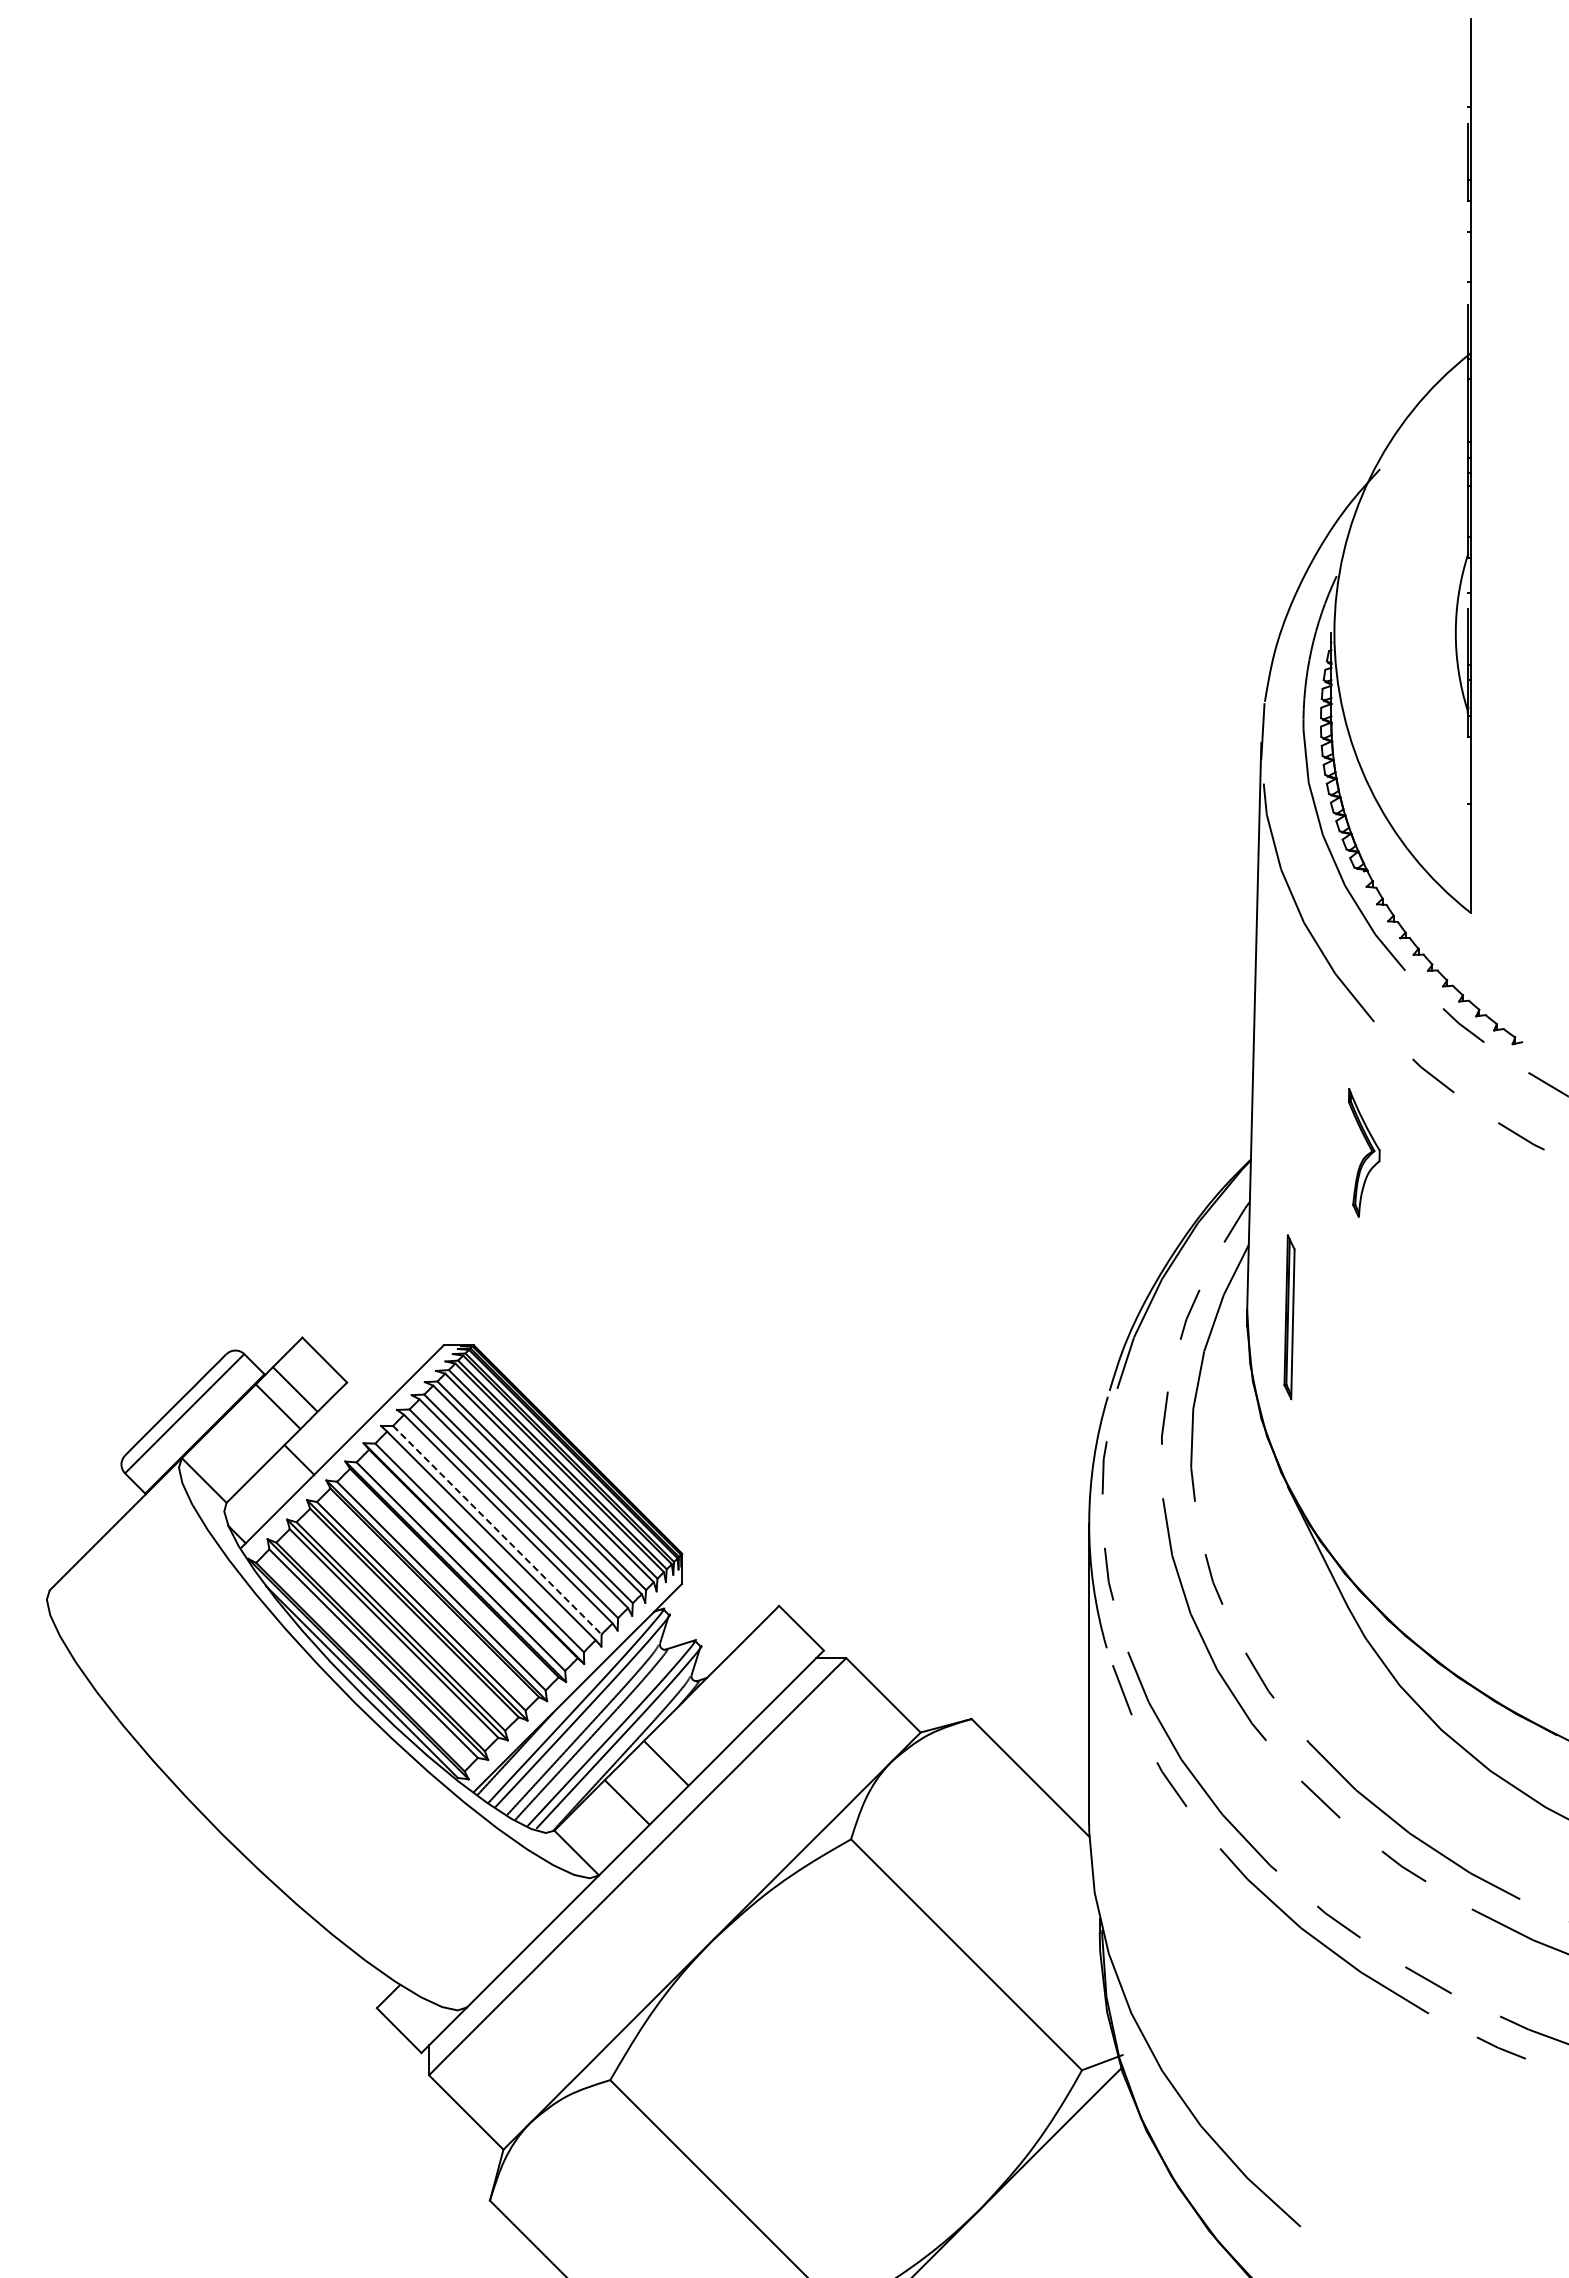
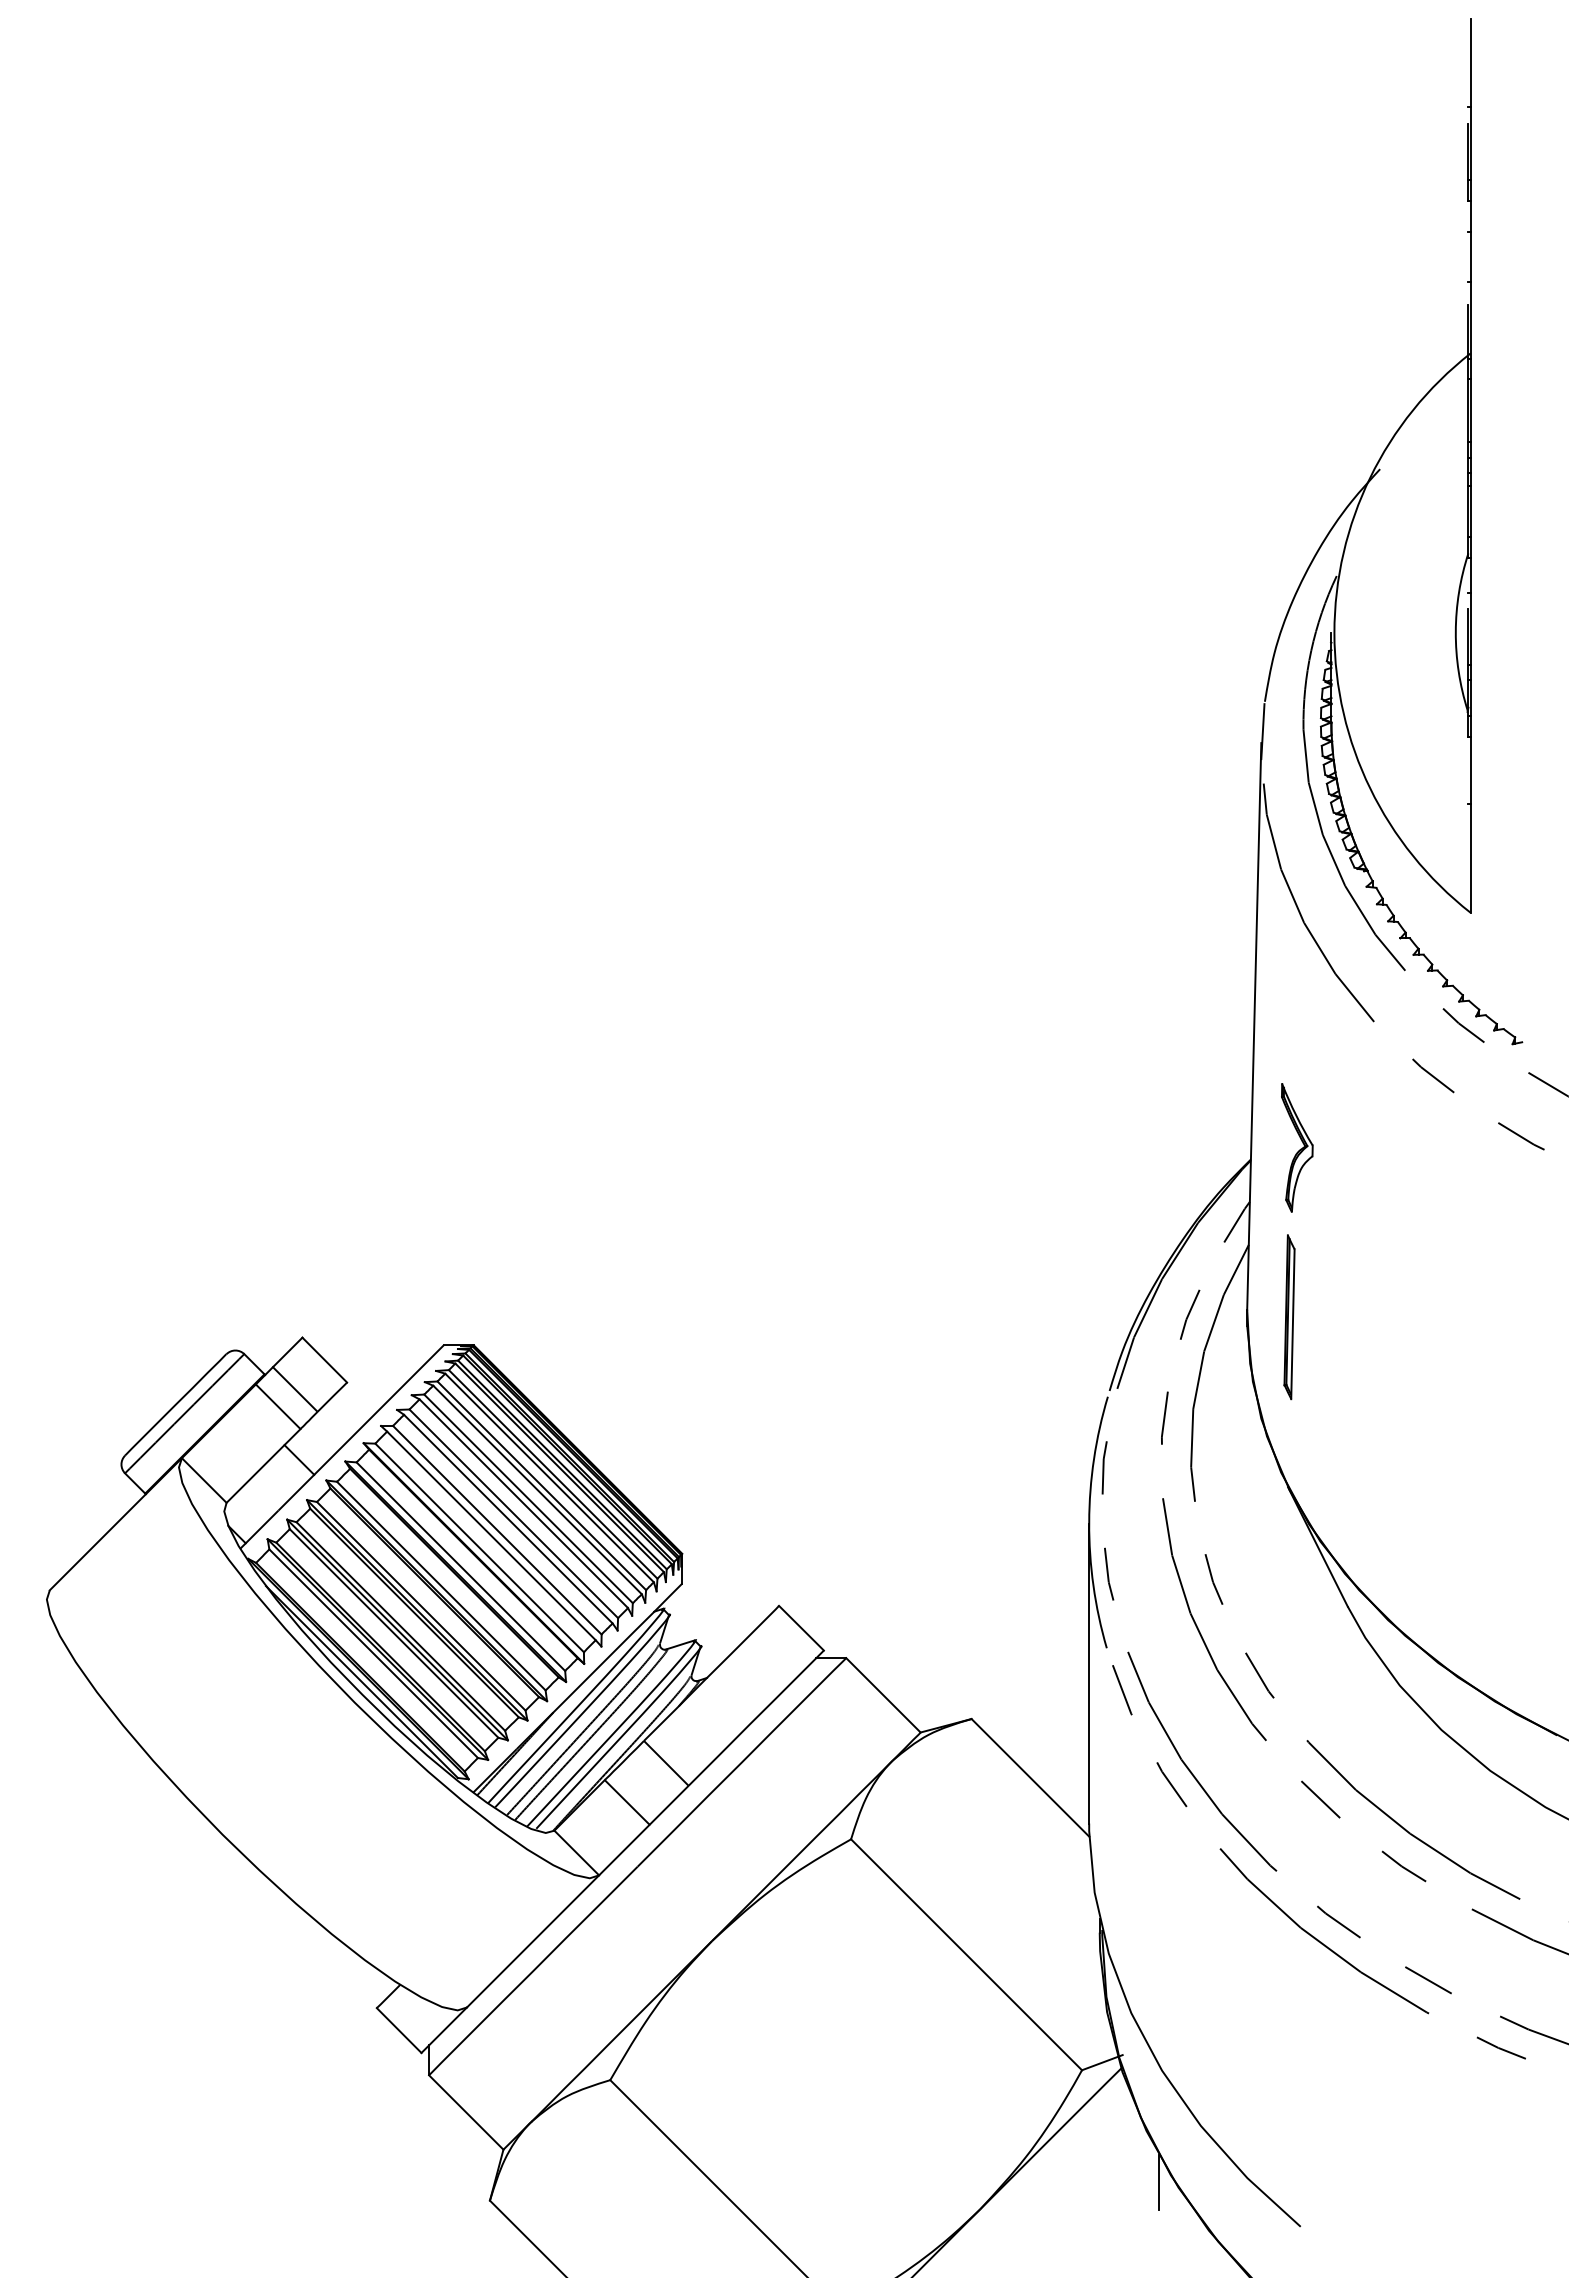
part at (1364, 1152) position: (1364, 1152) -> (1297, 1147)
line at (497, 1530): dashed -> solid
line at (1158, 2181): none -> present
